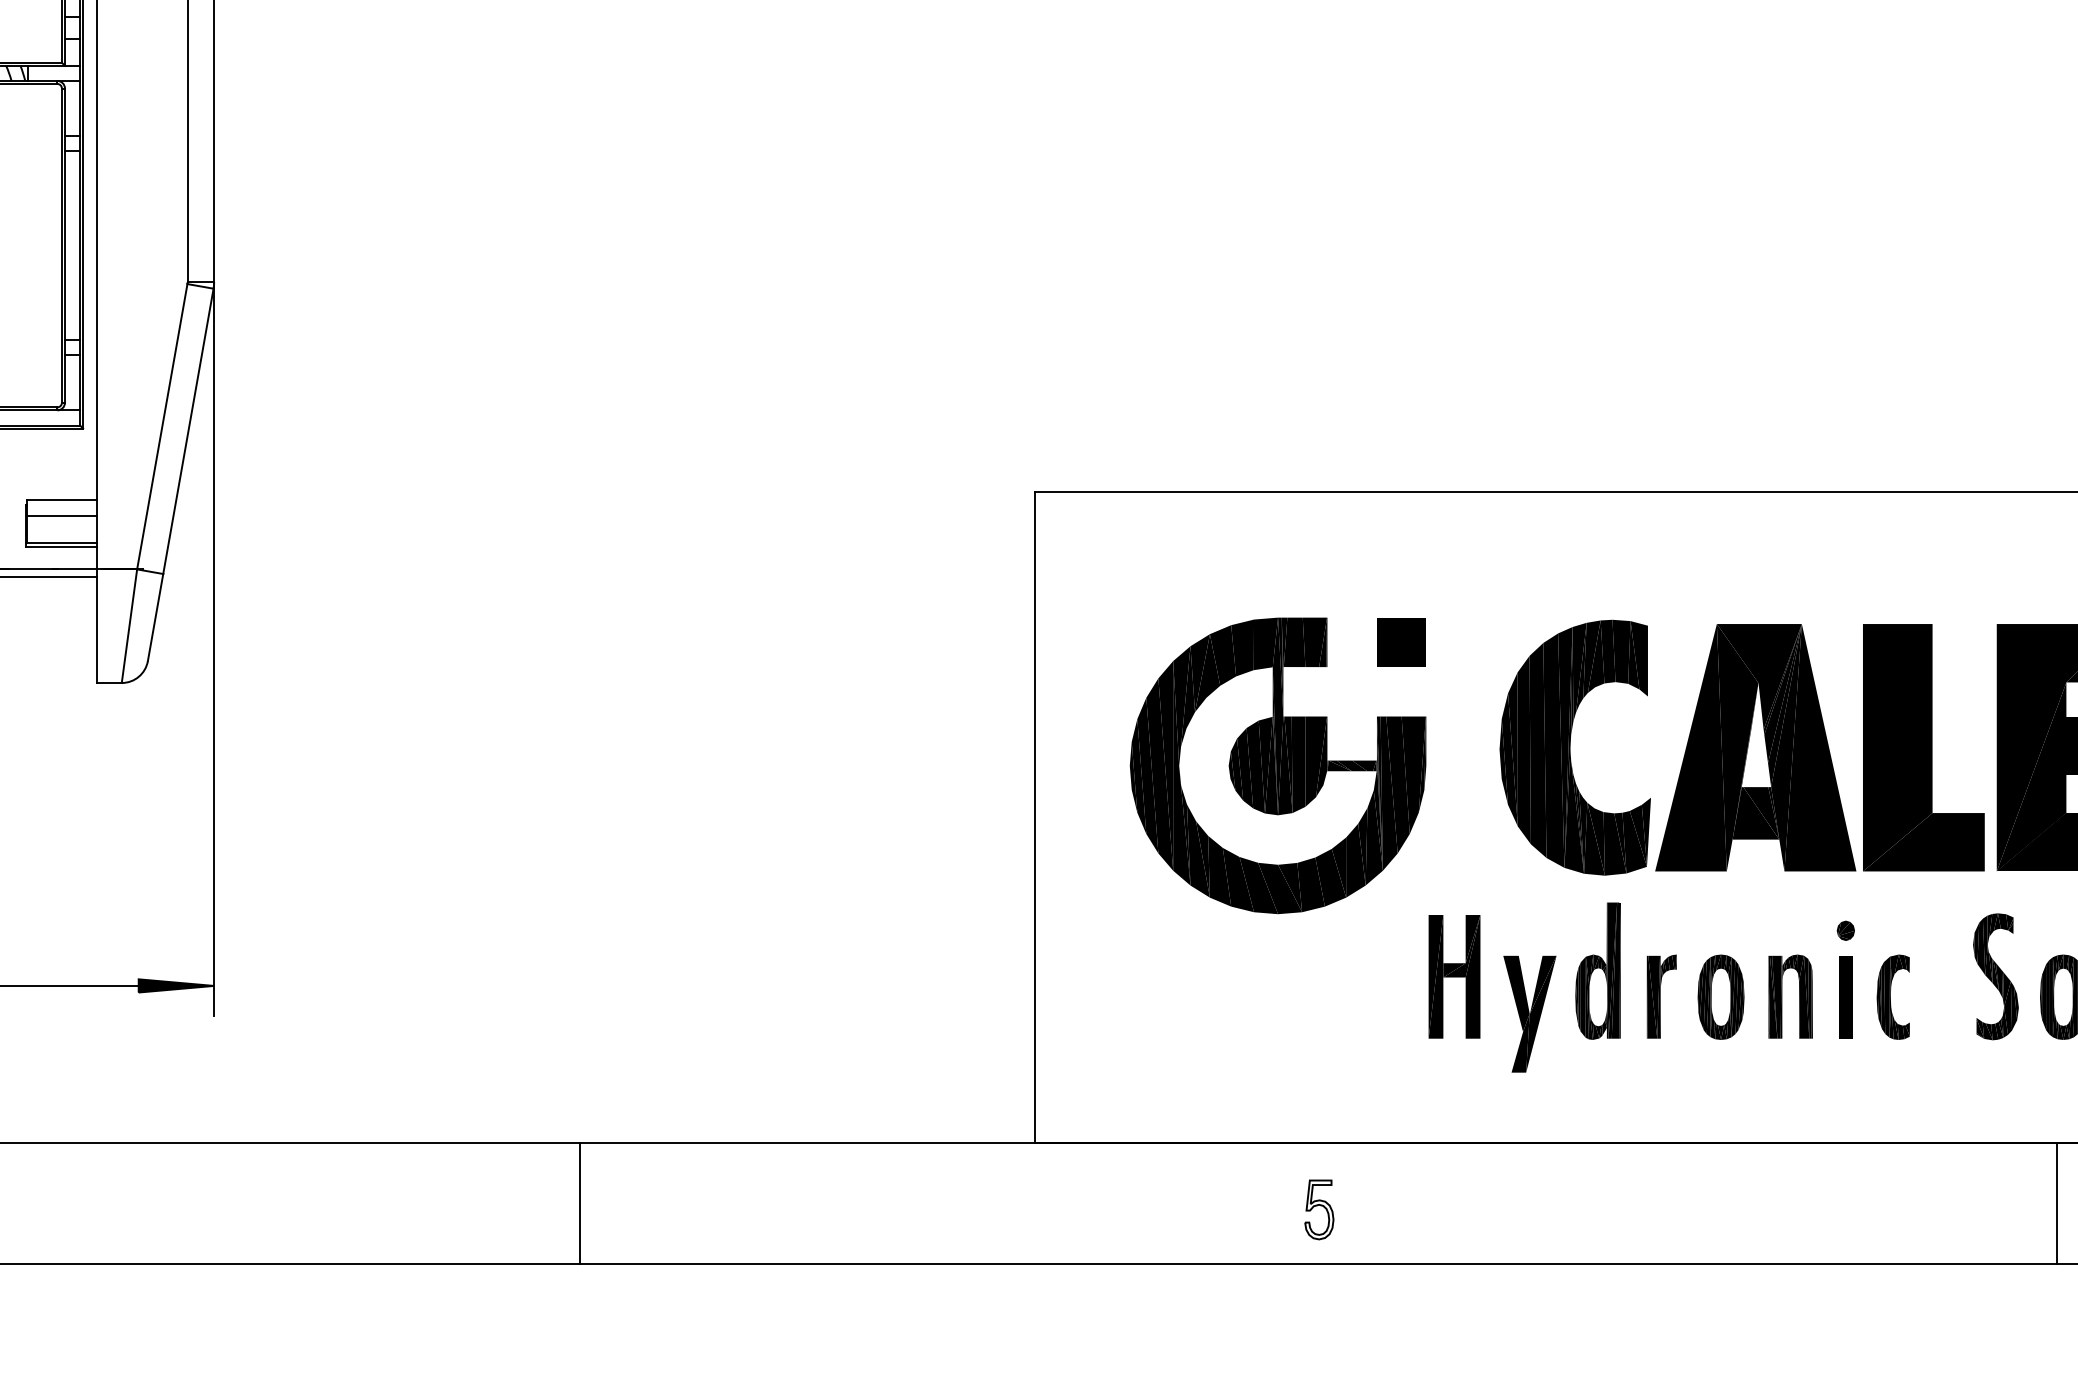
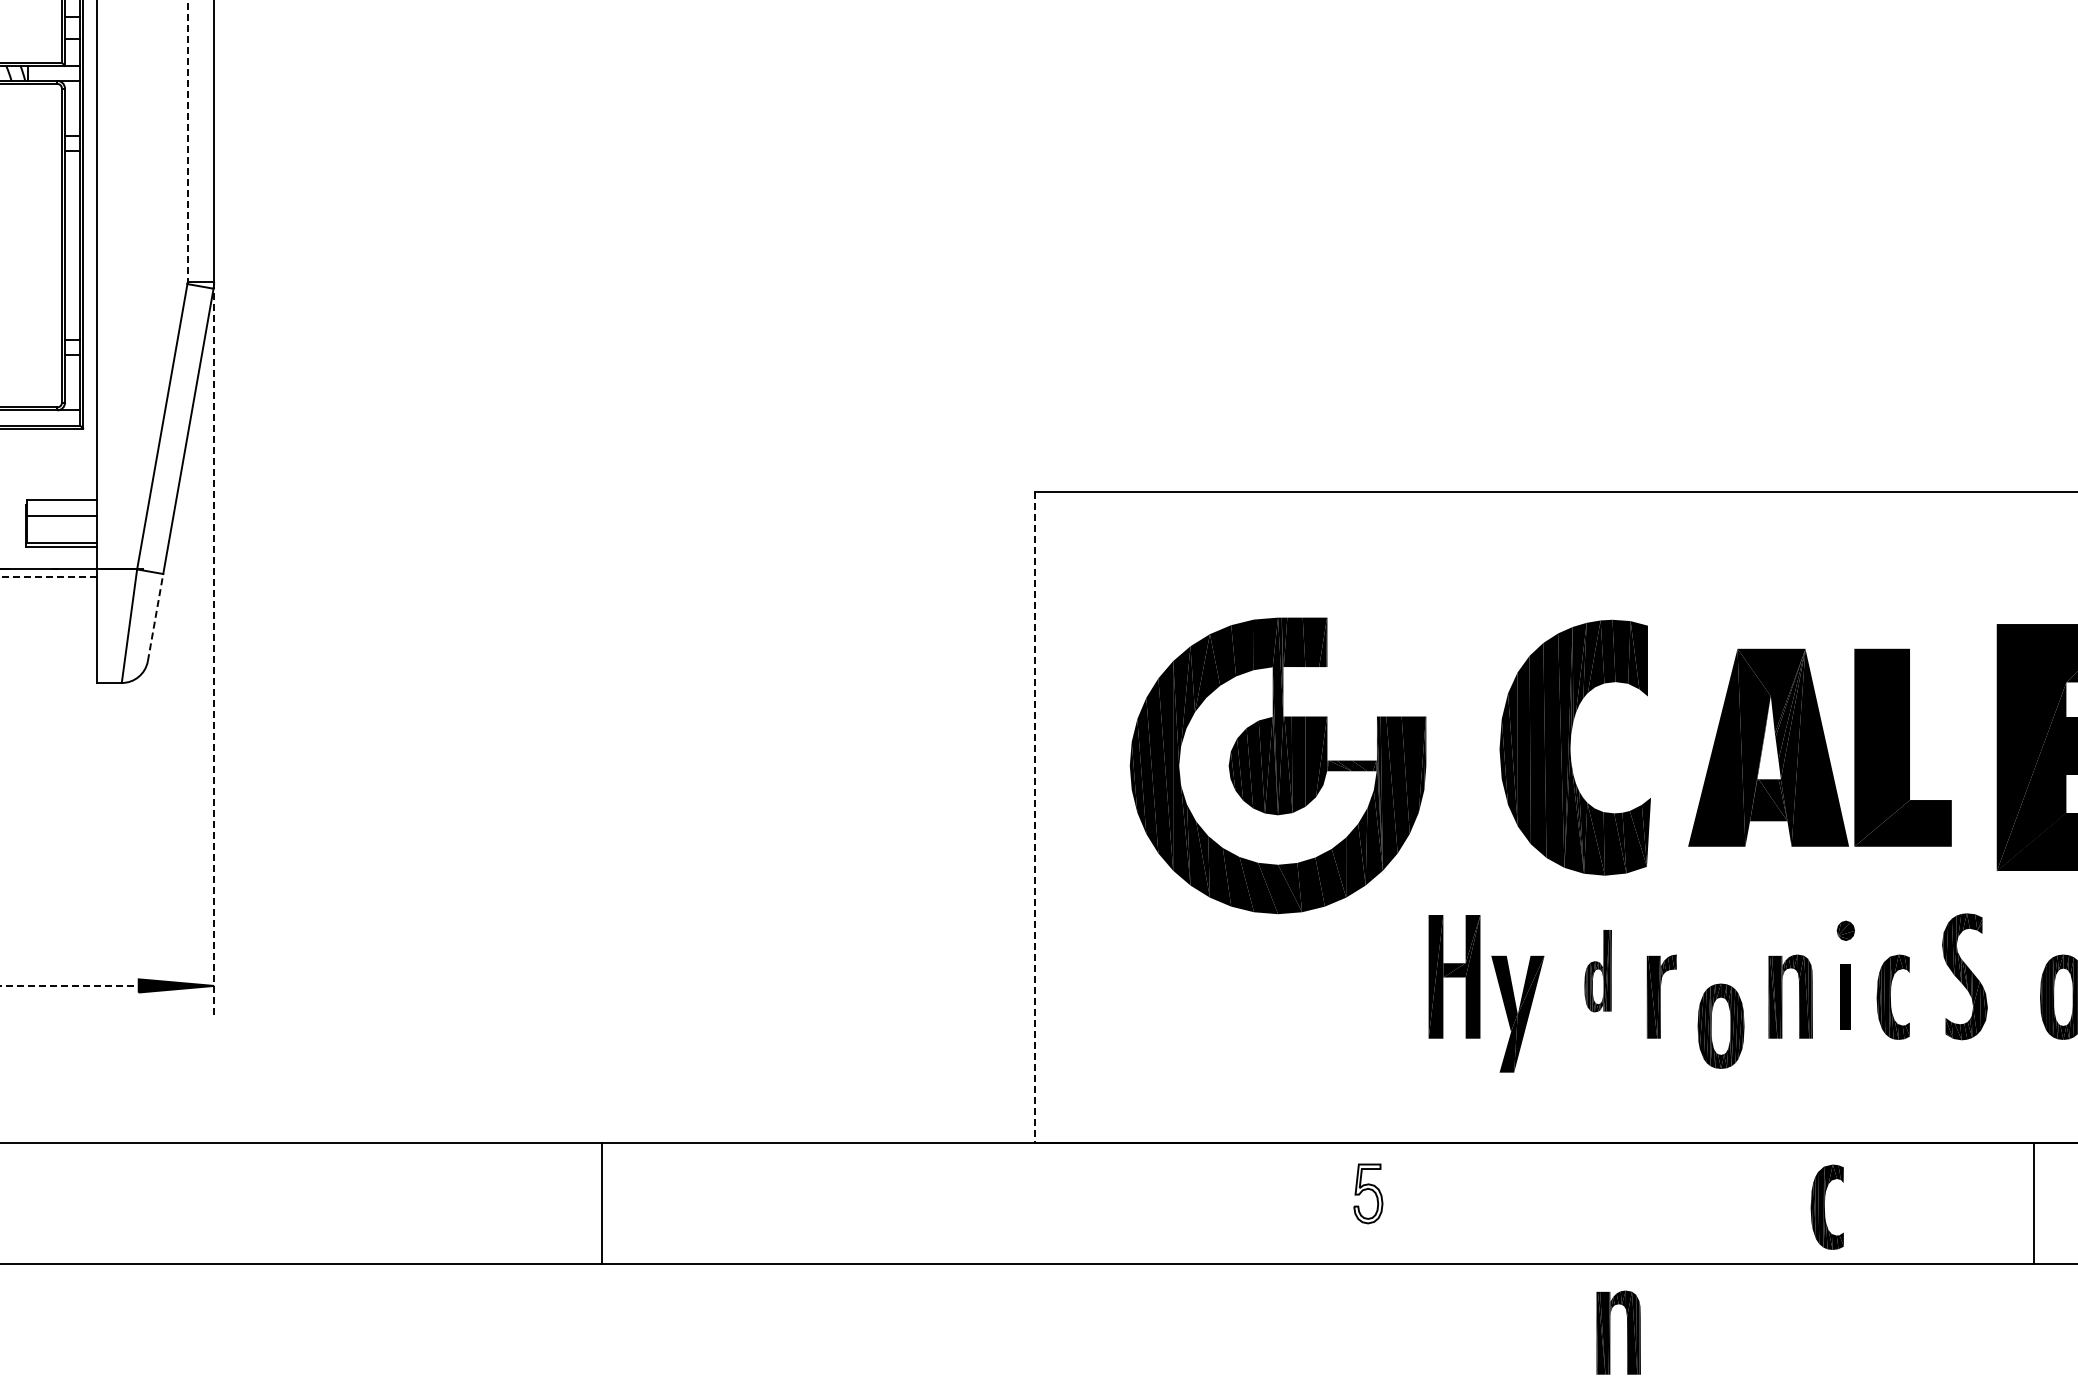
line at (187, 141): solid -> dashed
line at (48, 576): solid -> dashed
line at (155, 617): solid -> dashed
part at (1401, 642): present -> none
line at (214, 649): solid -> dashed
part at (1819, 747) size: 330x248 px -> 264x199 px
line at (1034, 817): solid -> dashed
part at (1597, 970) size: 46x138 px -> 28x83 px
part at (1995, 976) position: (1995, 976) -> (1964, 976)
line at (69, 985): solid -> dashed
part at (1720, 996) position: (1720, 996) -> (1720, 1025)
part at (1845, 997) size: 14x83 px -> 11x66 px
part at (1529, 1013) position: (1529, 1013) -> (1517, 1013)
line at (580, 1203) position: (580, 1203) -> (602, 1203)
line at (2056, 1203) position: (2056, 1203) -> (2033, 1203)
part at (1826, 1206): none -> present
part at (1319, 1209) position: (1319, 1209) -> (1368, 1193)
part at (1610, 1332): none -> present
